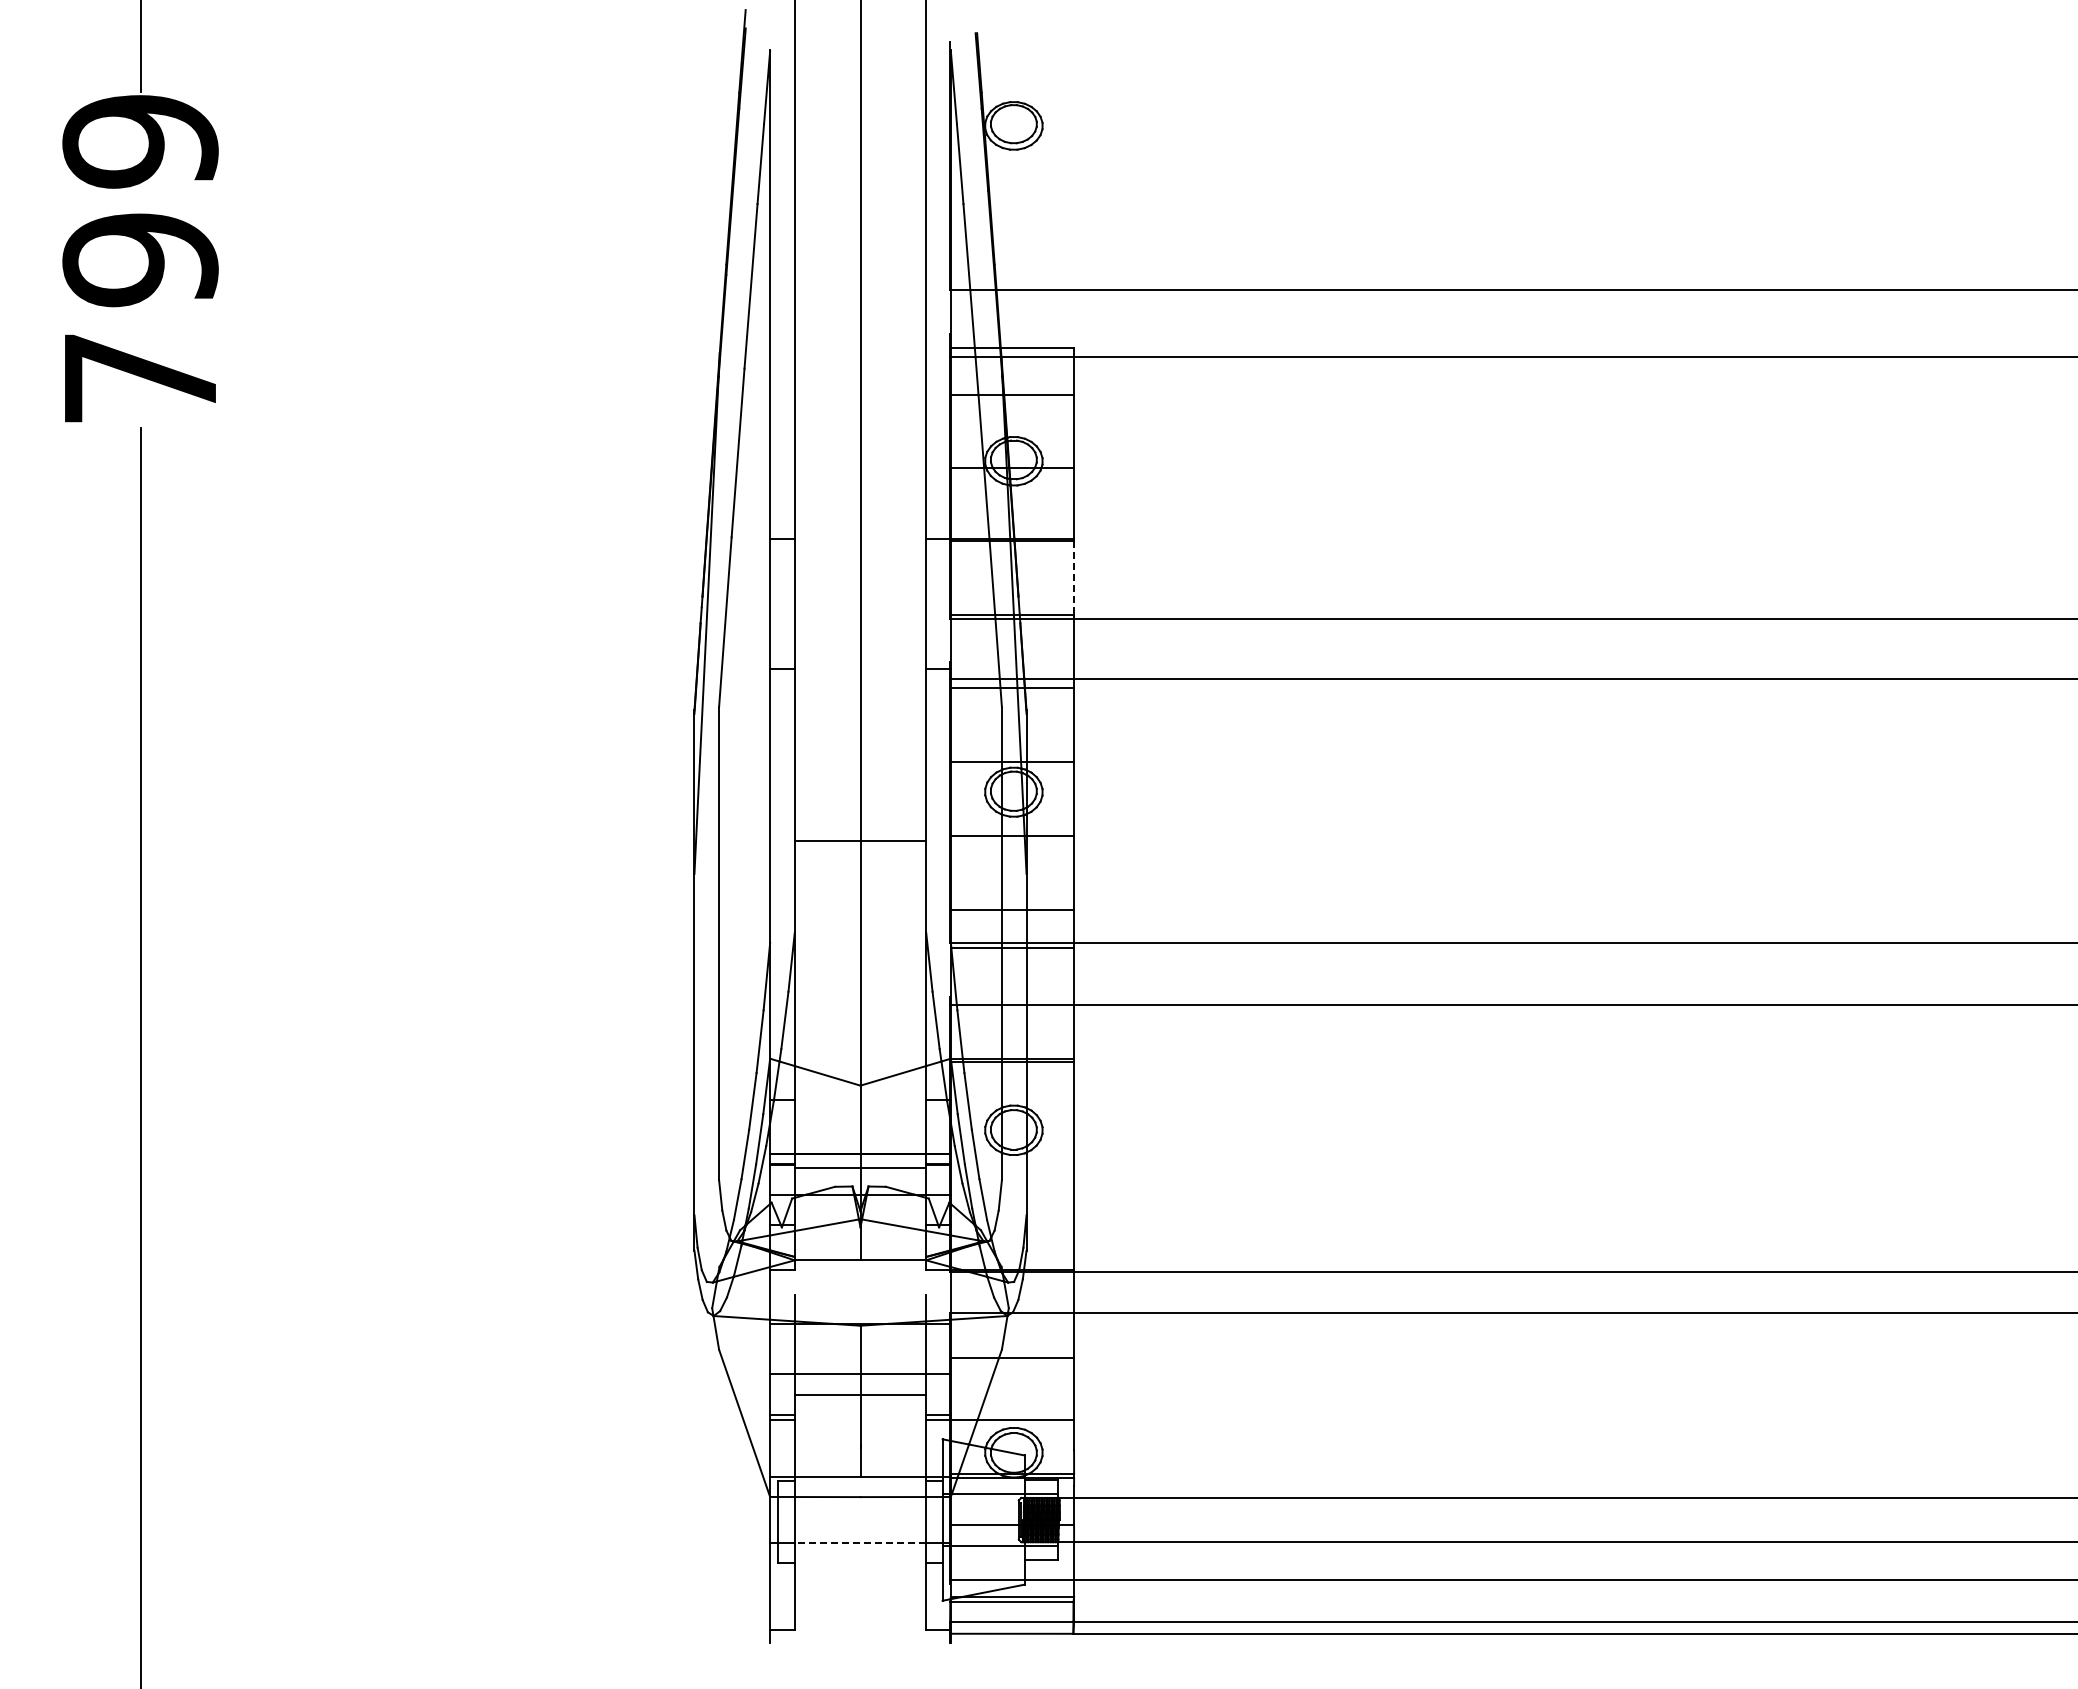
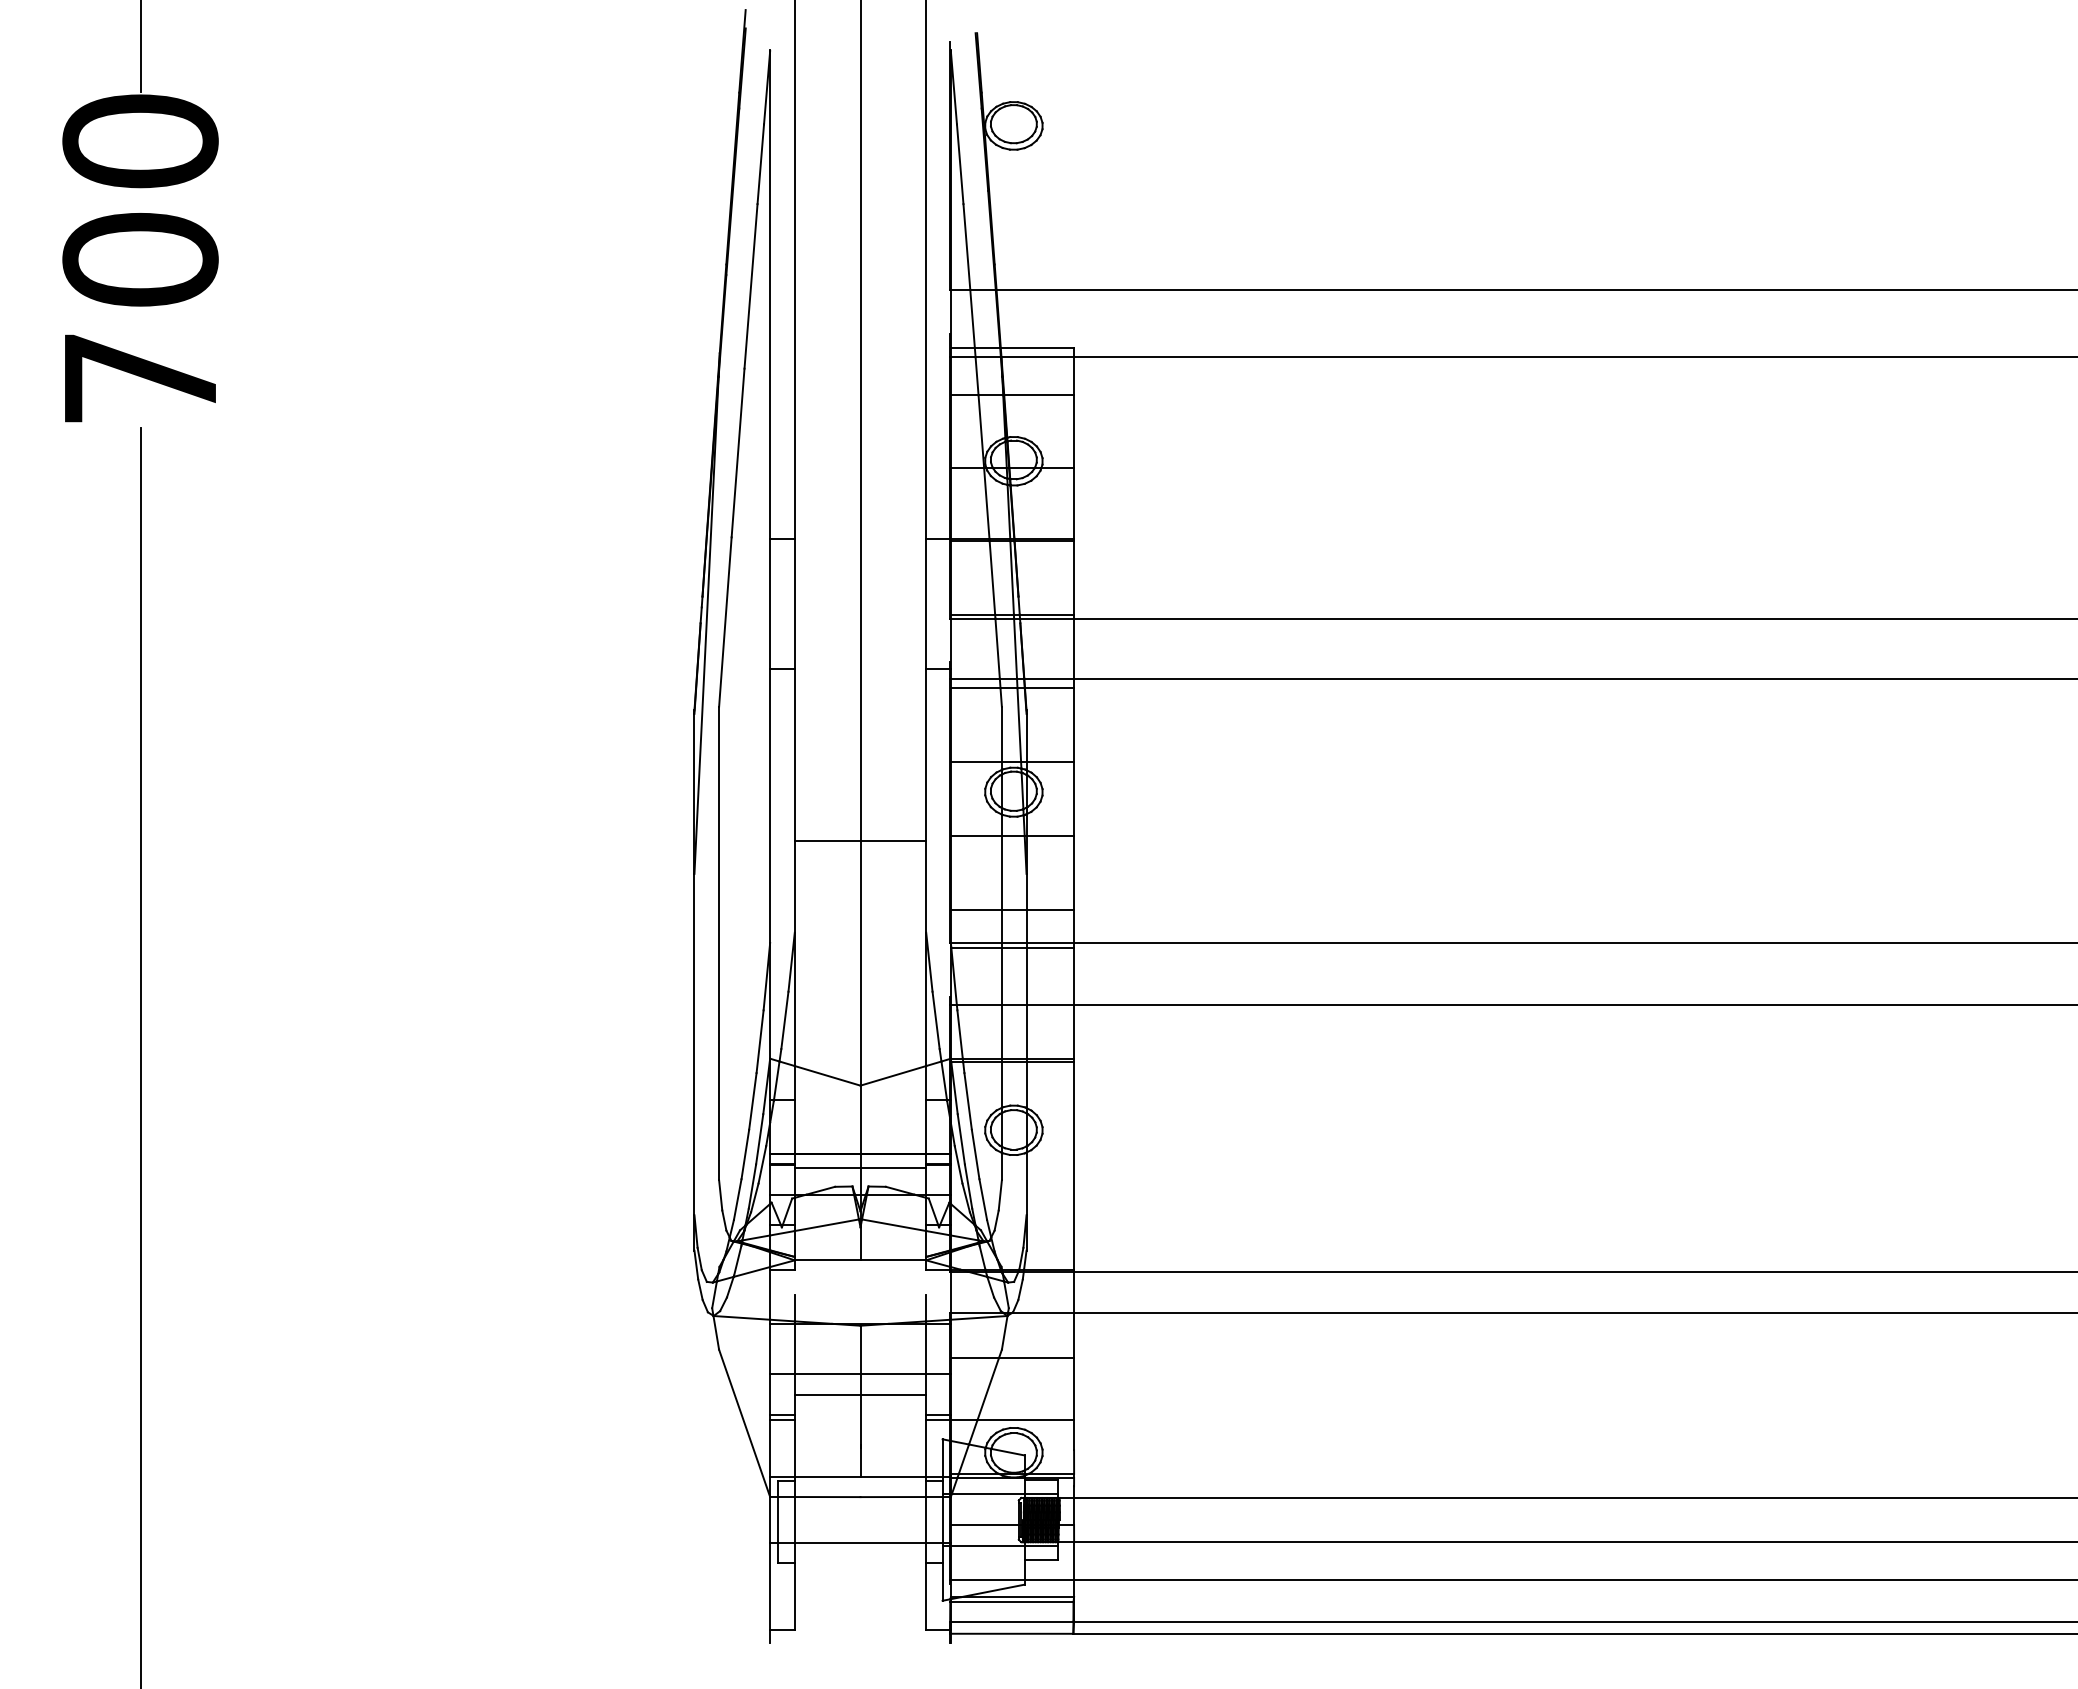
text at (140, 200): 799 -> 700
line at (1074, 577): dashed -> solid
line at (860, 1543): dashed -> solid
